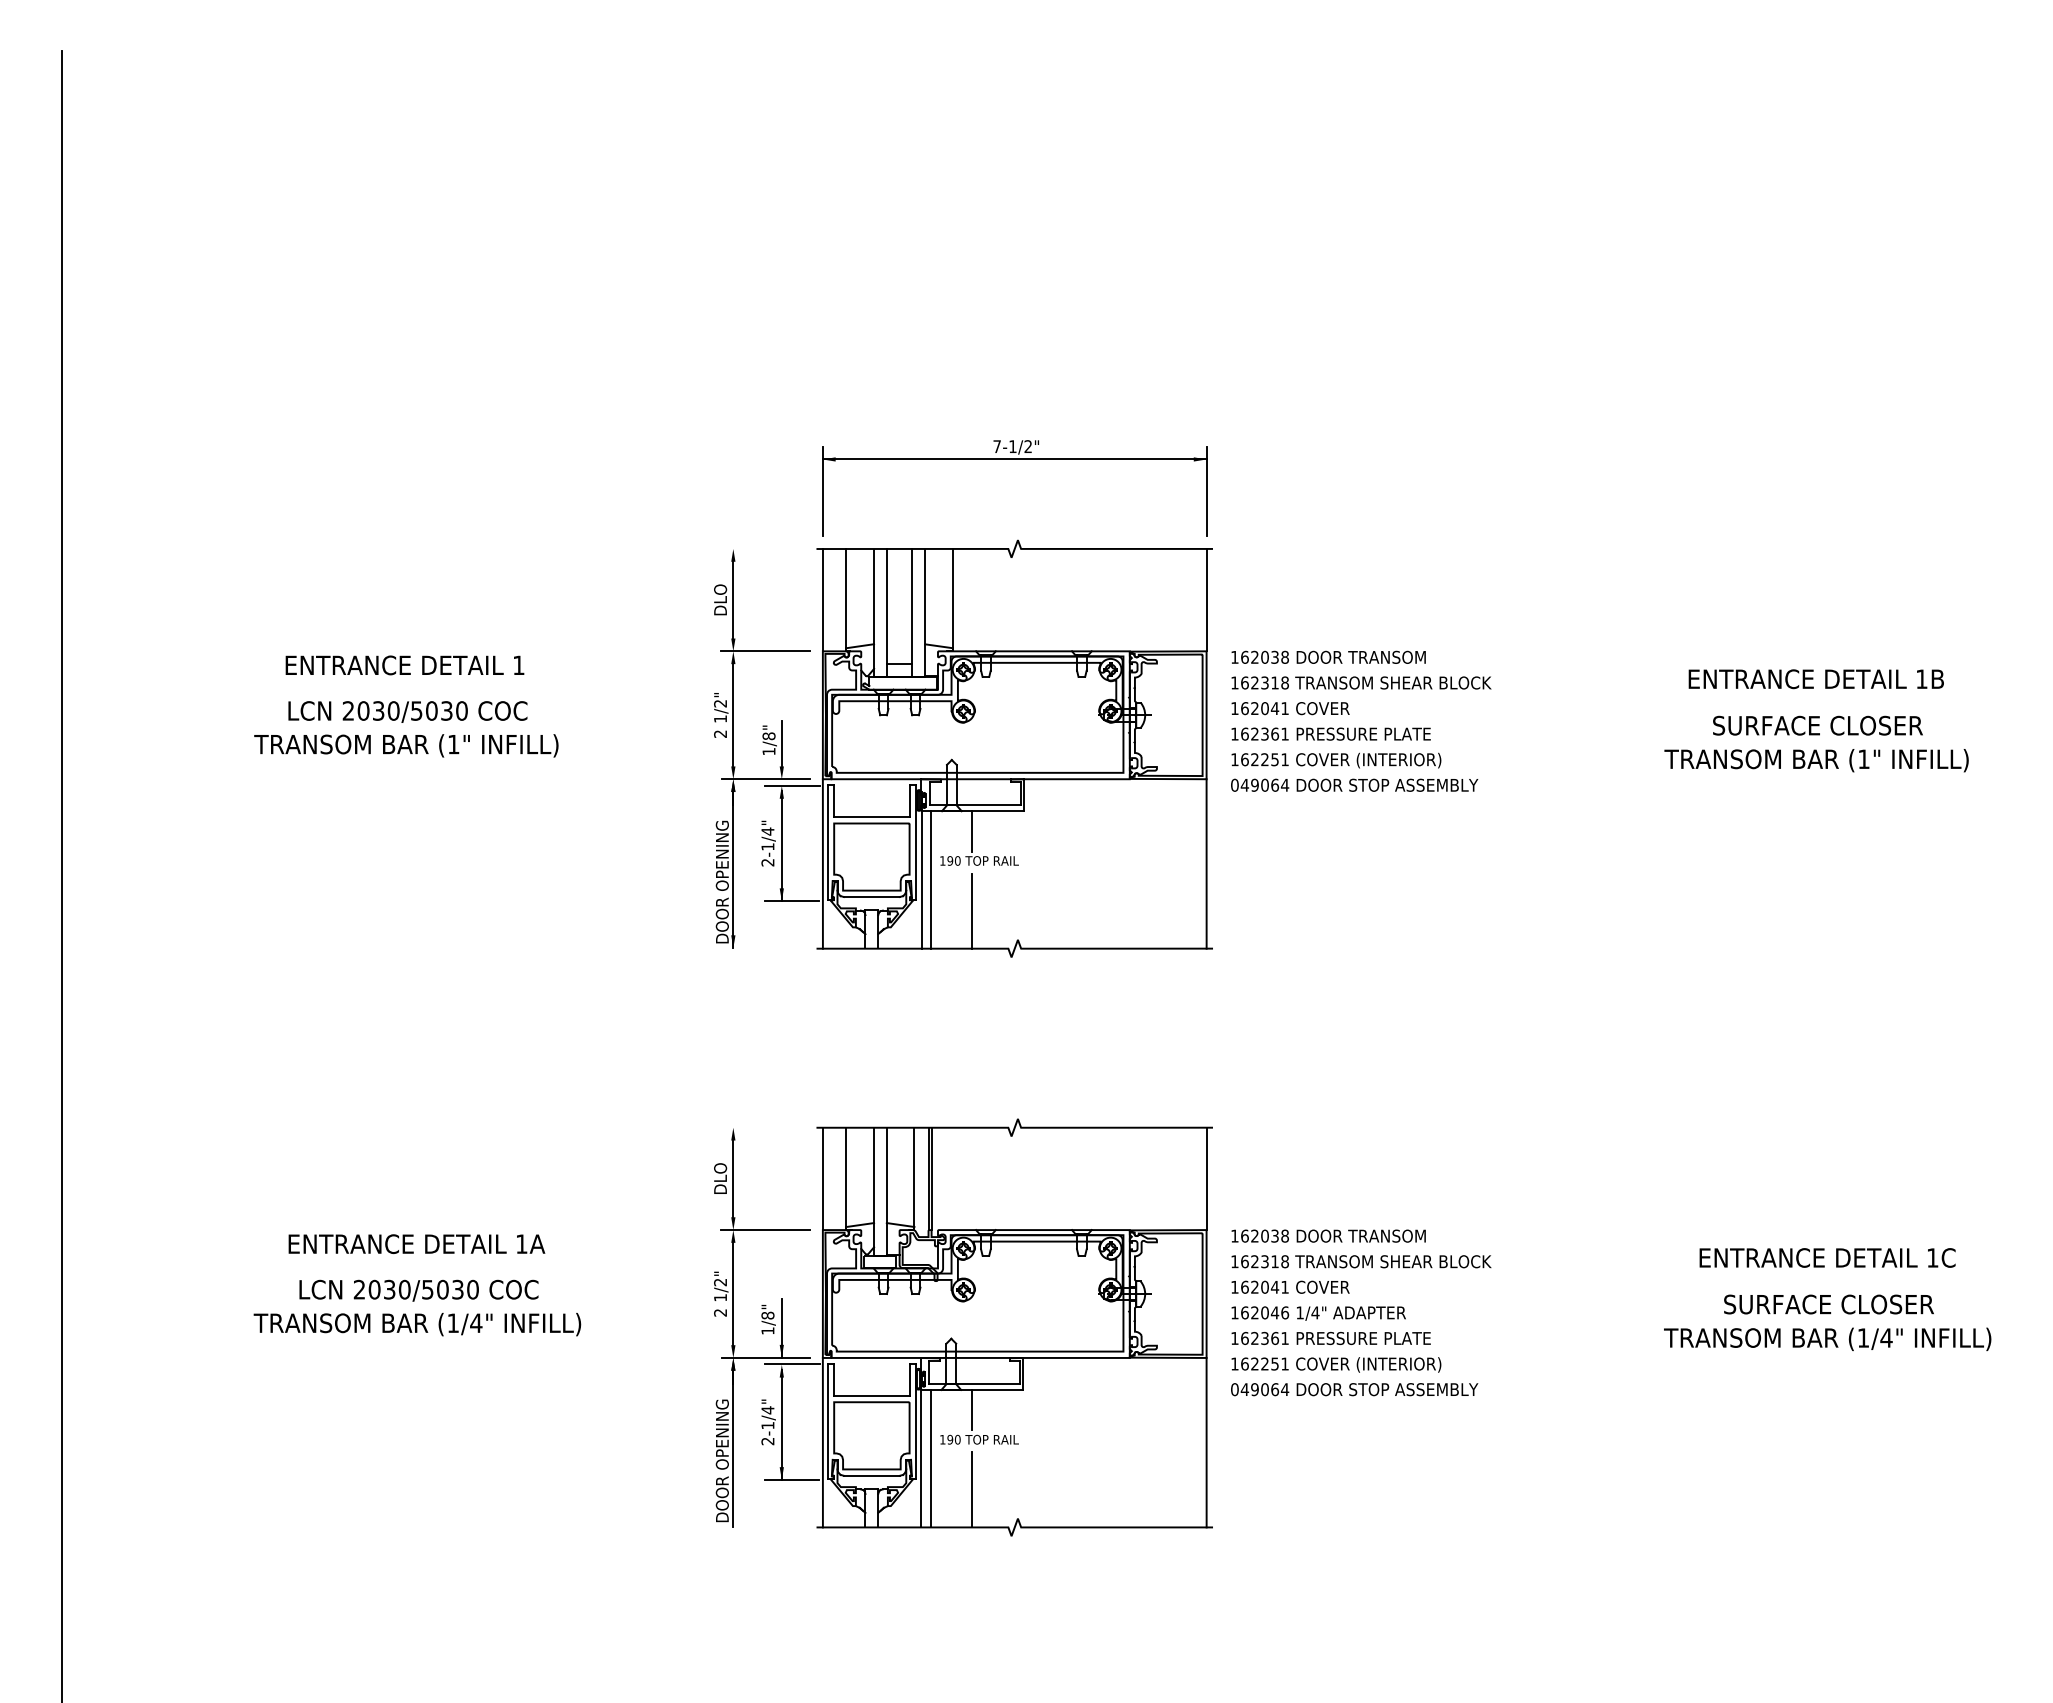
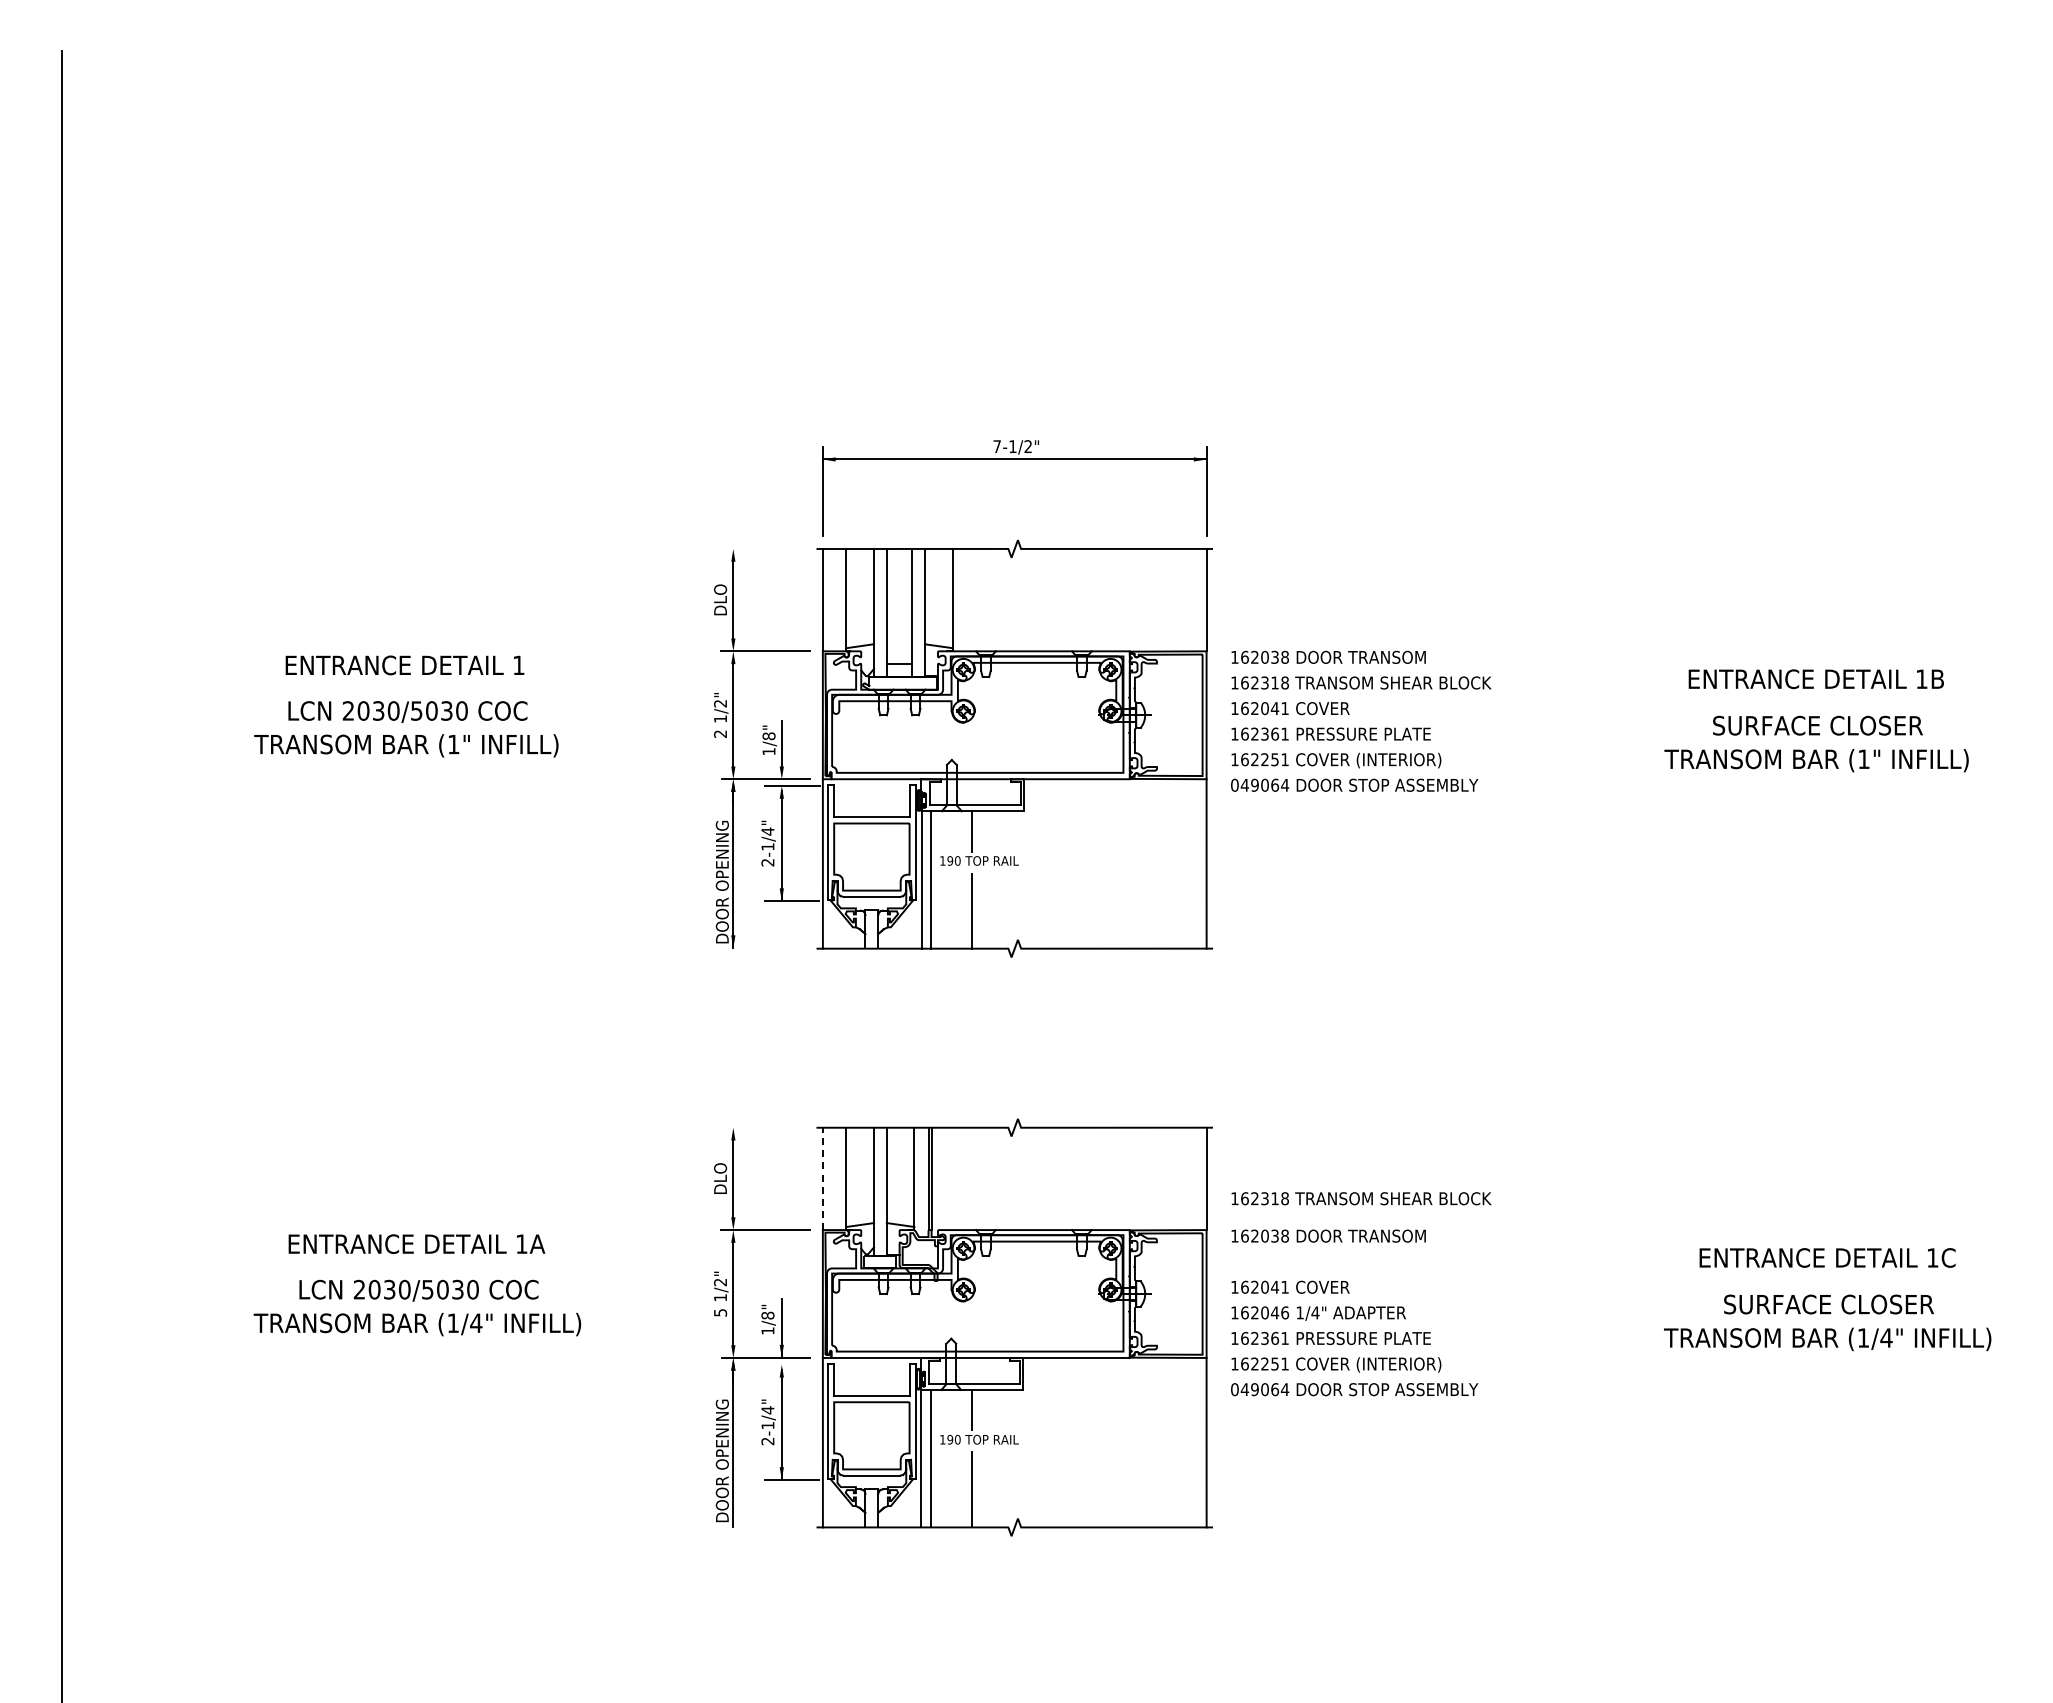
line at (822, 1178): solid -> dashed
text at (1361, 1261) position: (1361, 1261) -> (1361, 1198)
text at (720, 1312): 2 -> 5
line at (792, 1364): present -> none
